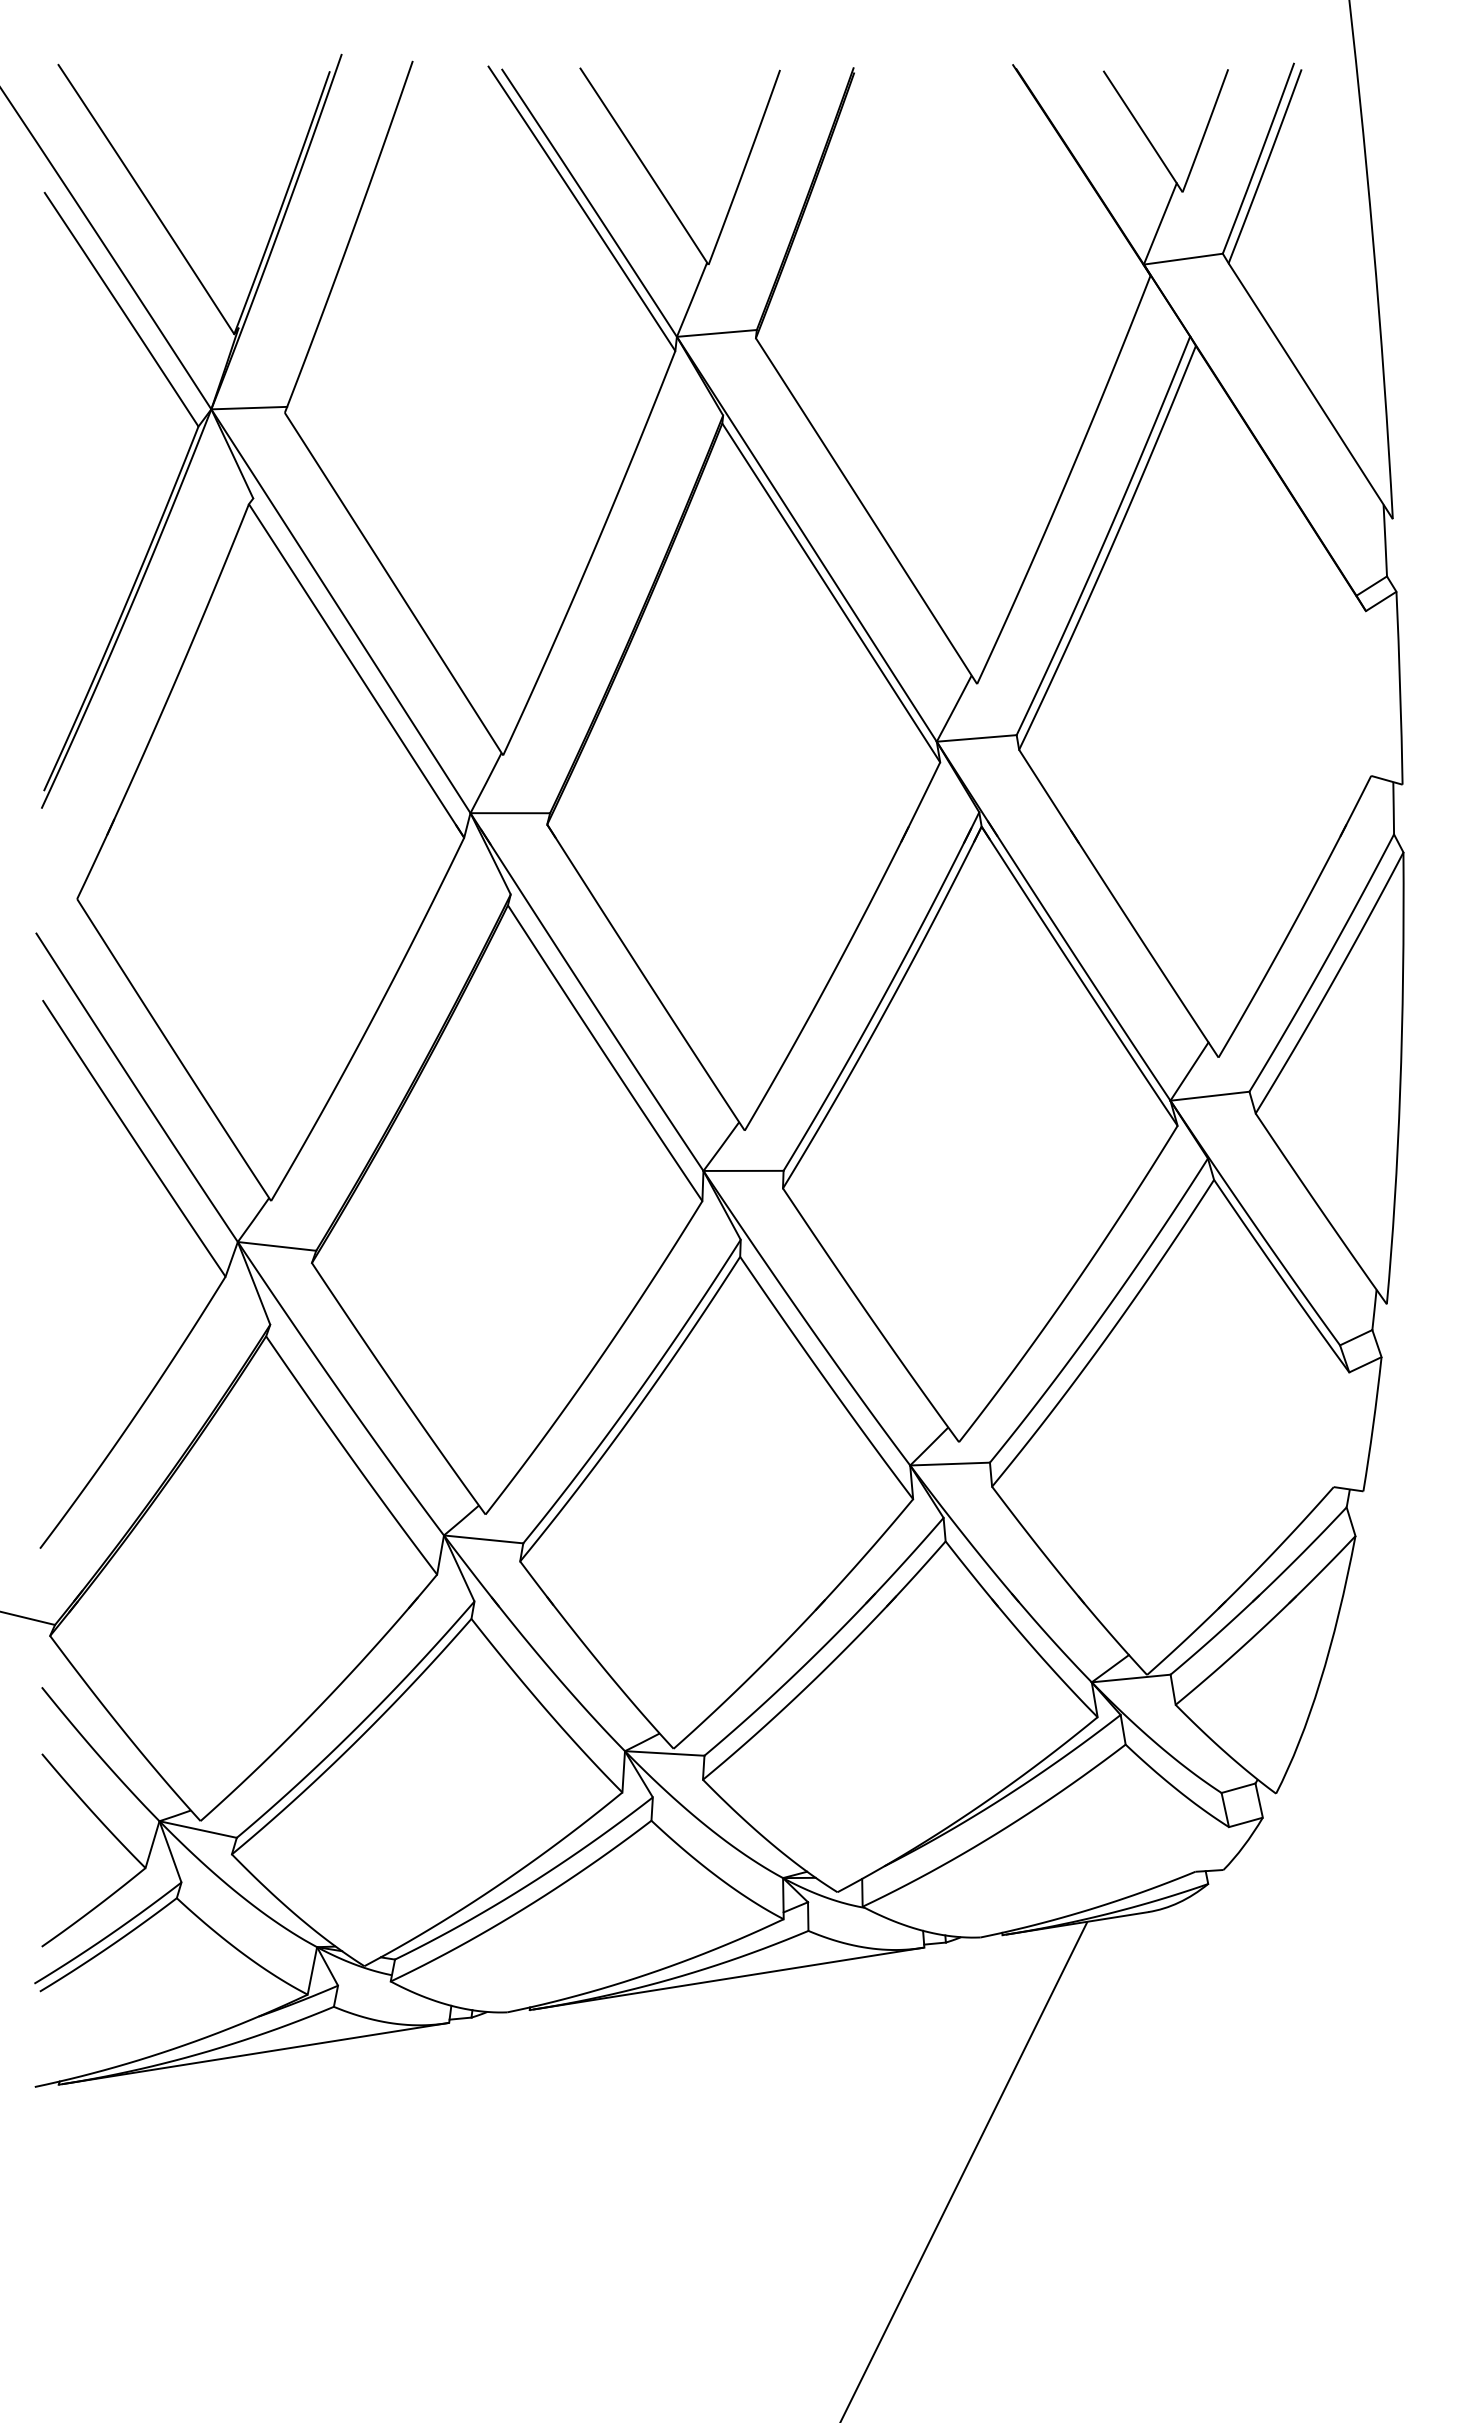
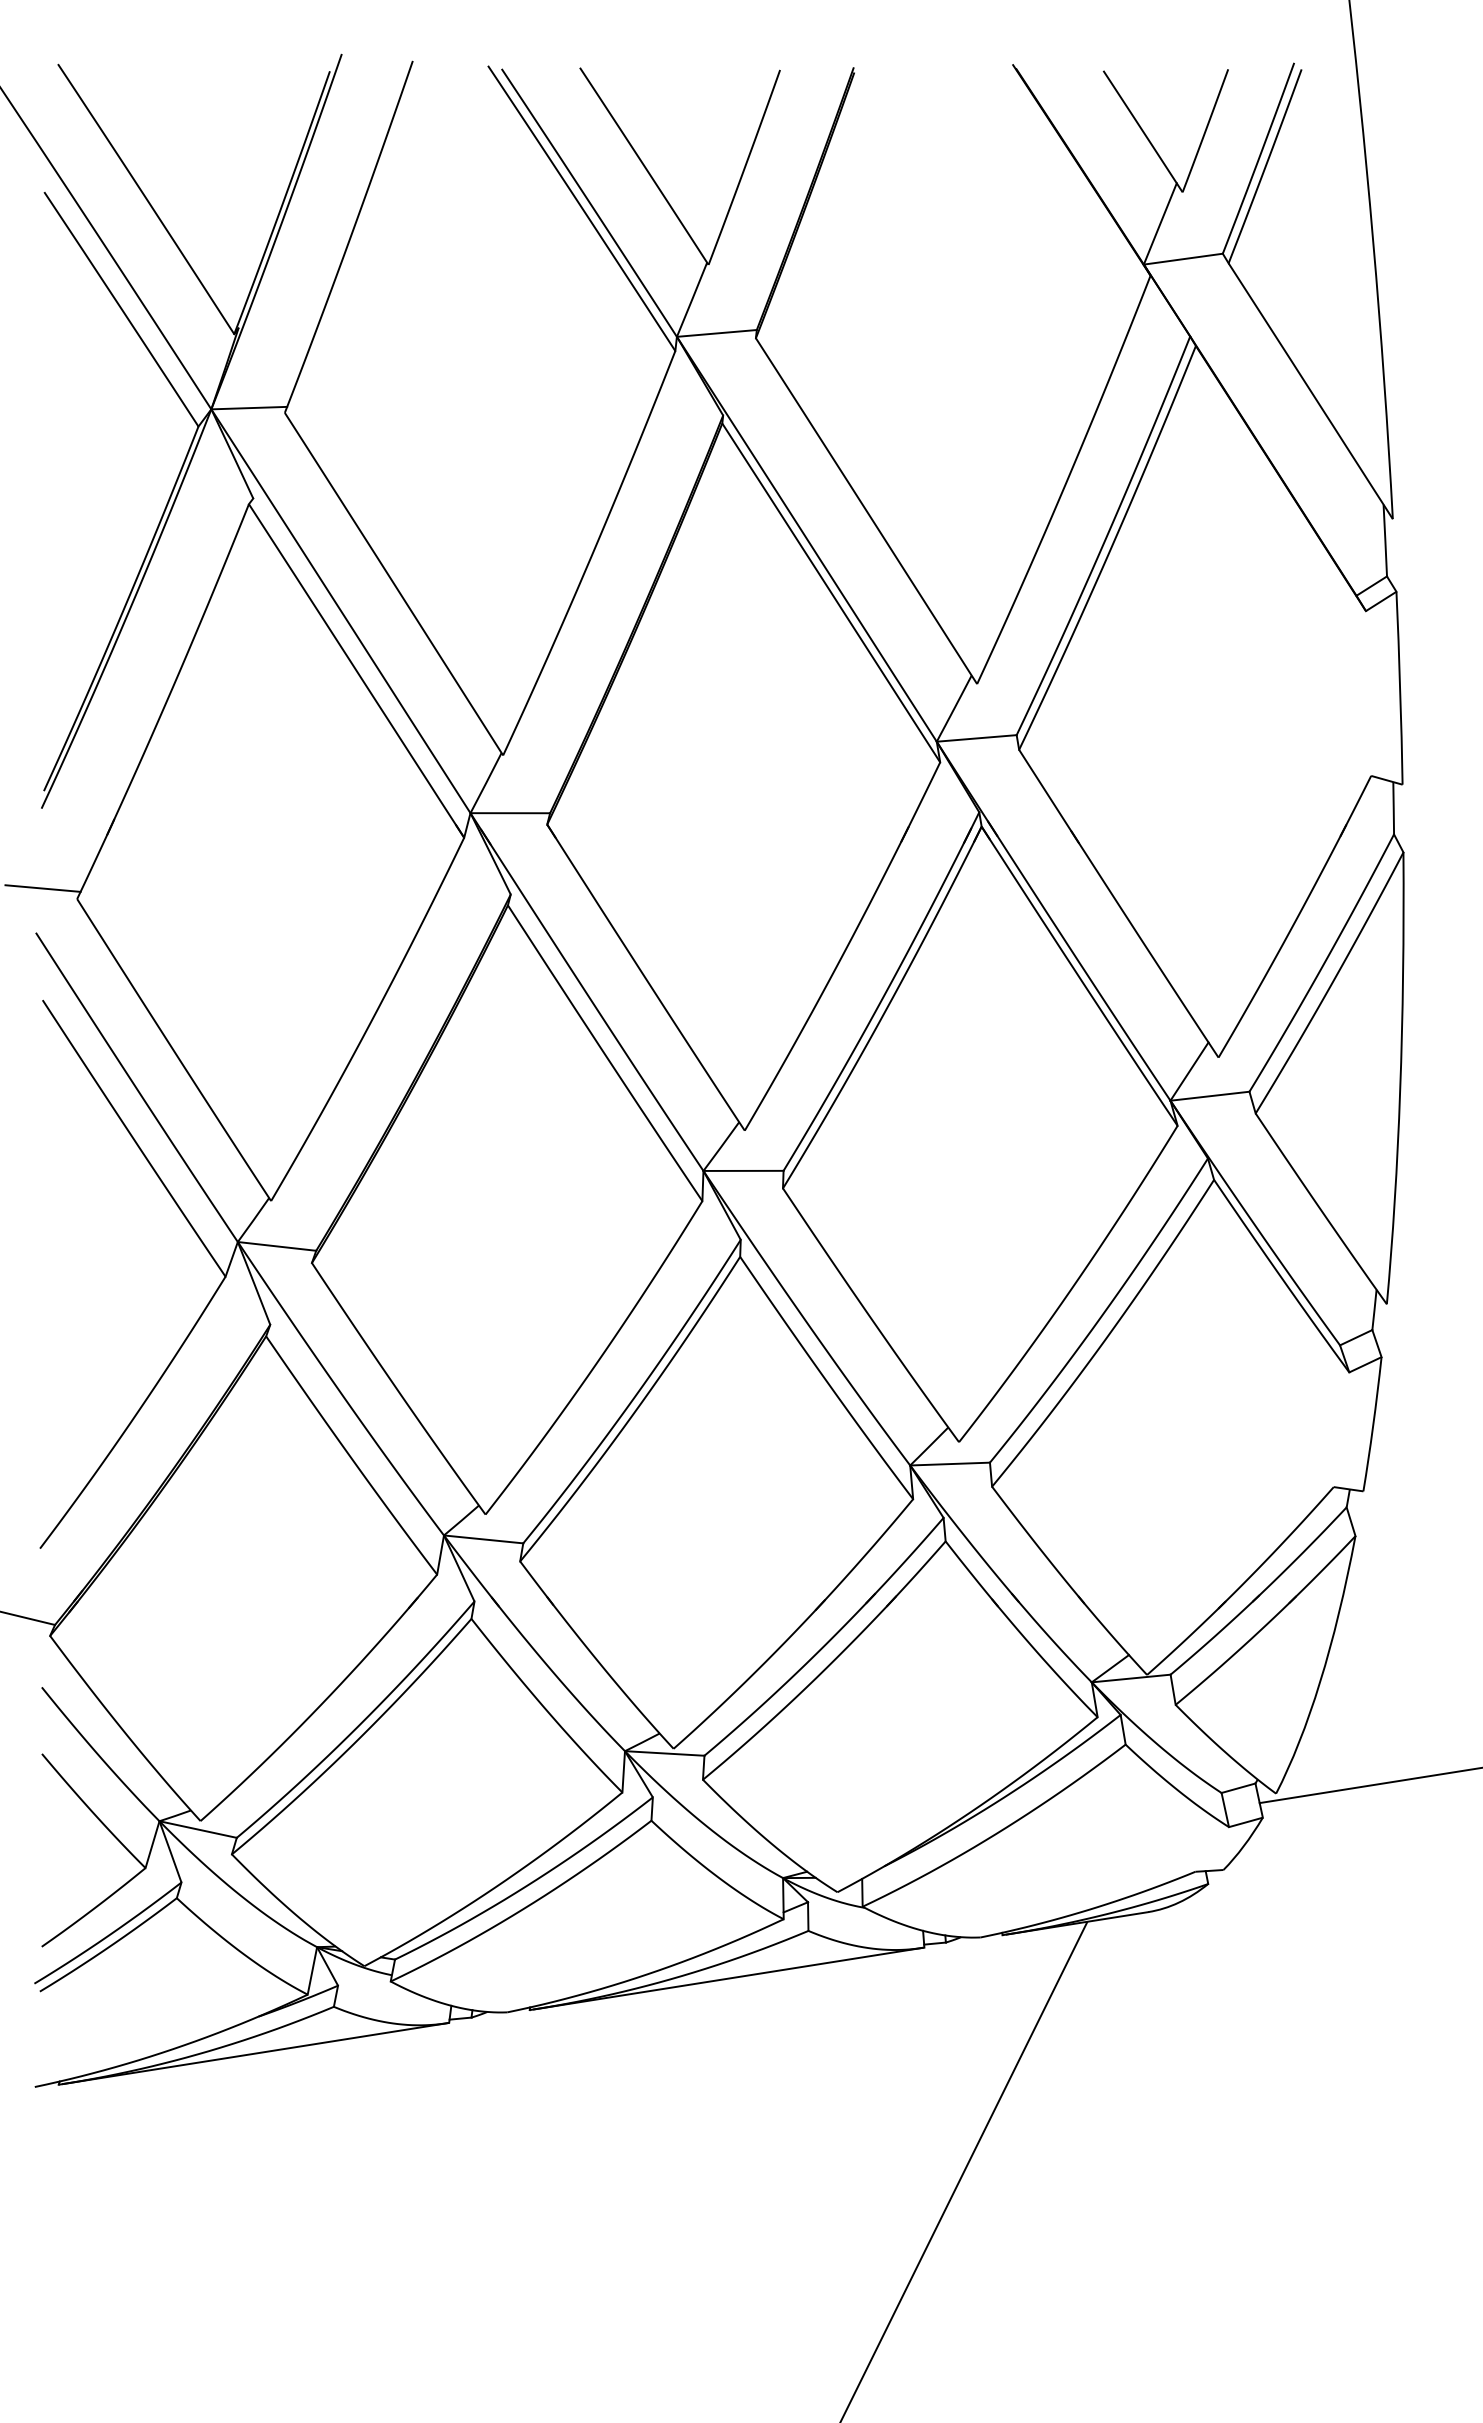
line at (42, 888): none -> present
line at (1369, 1785): none -> present
